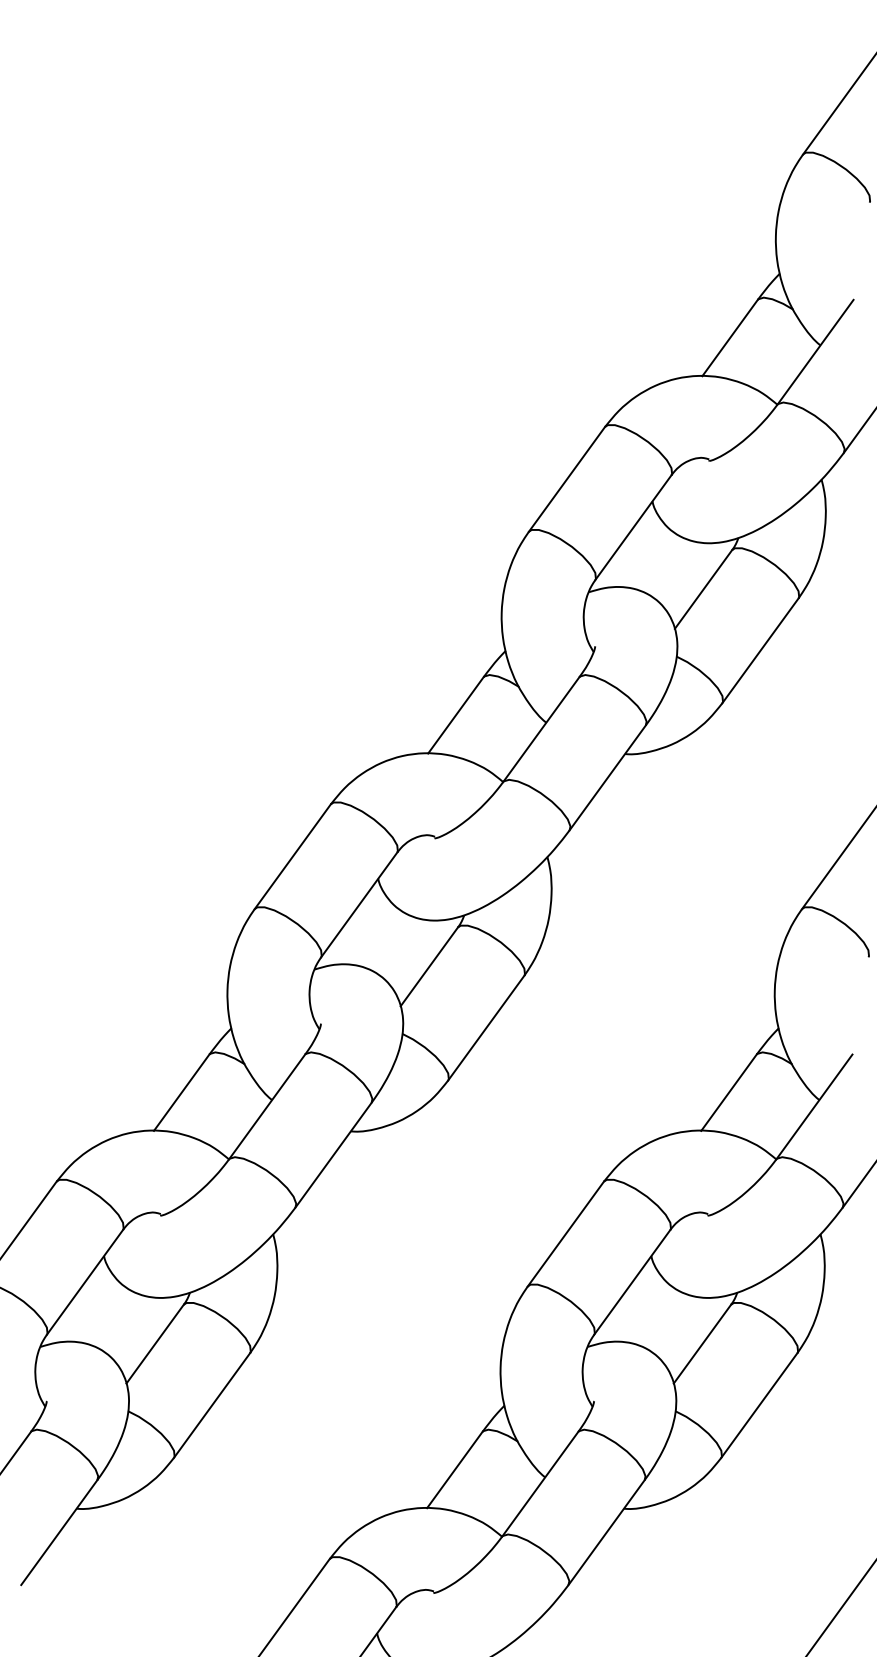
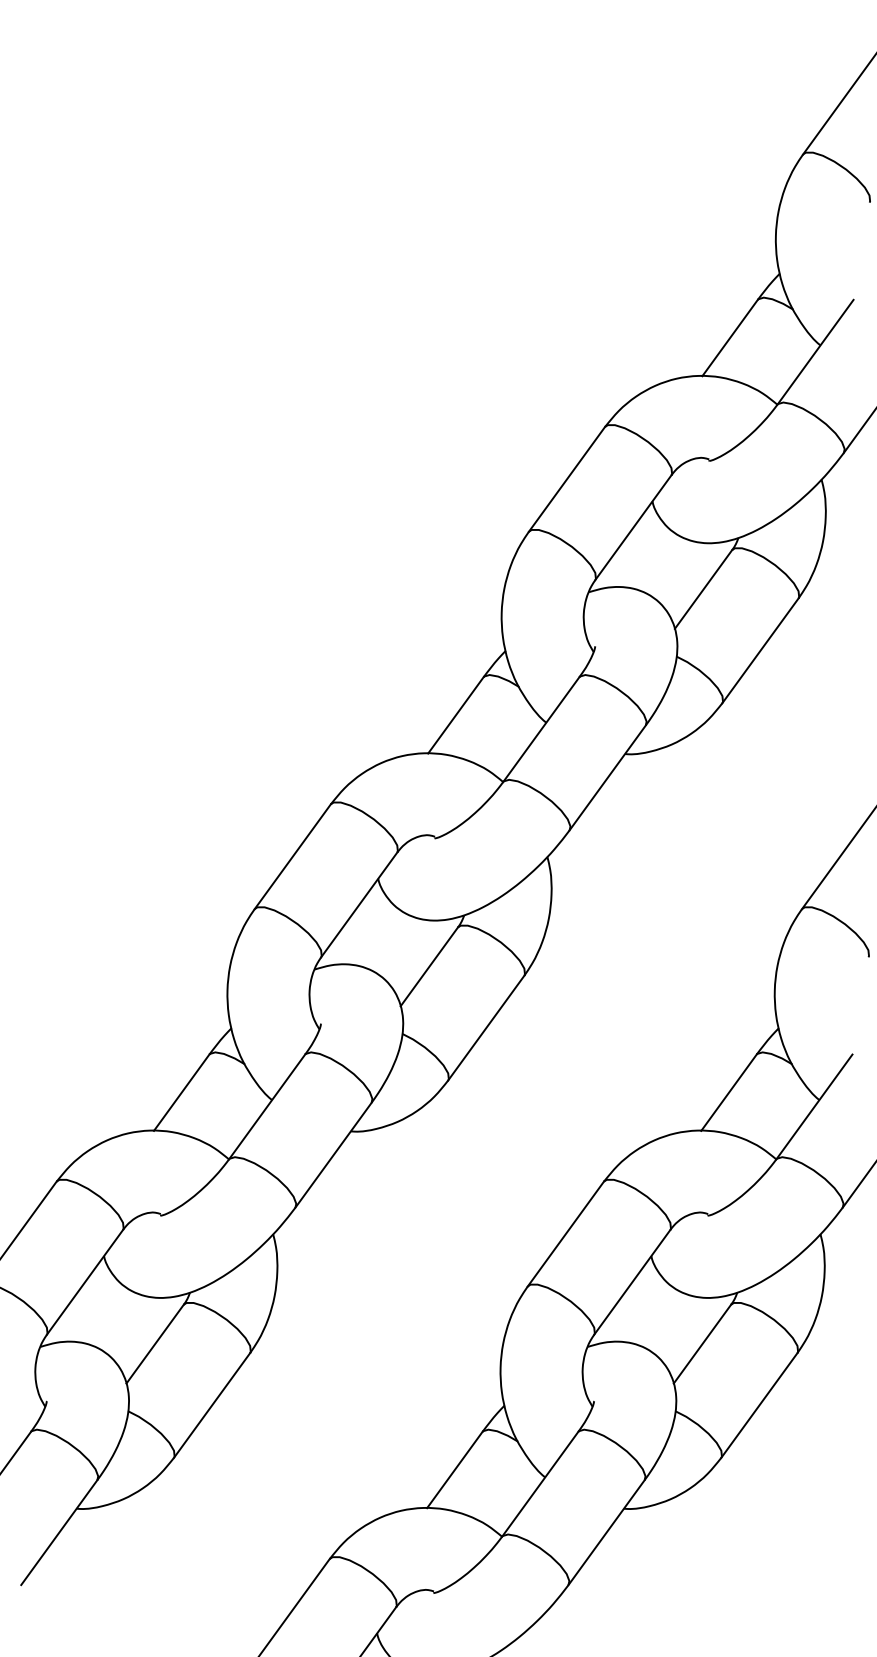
line at (840, 1608): present -> none
